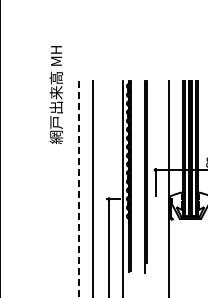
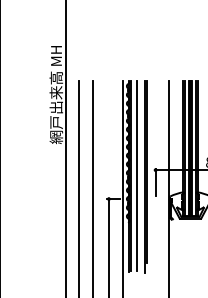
line at (65, 148): none -> present
line at (136, 175): none -> present
line at (78, 190): dashed -> solid
